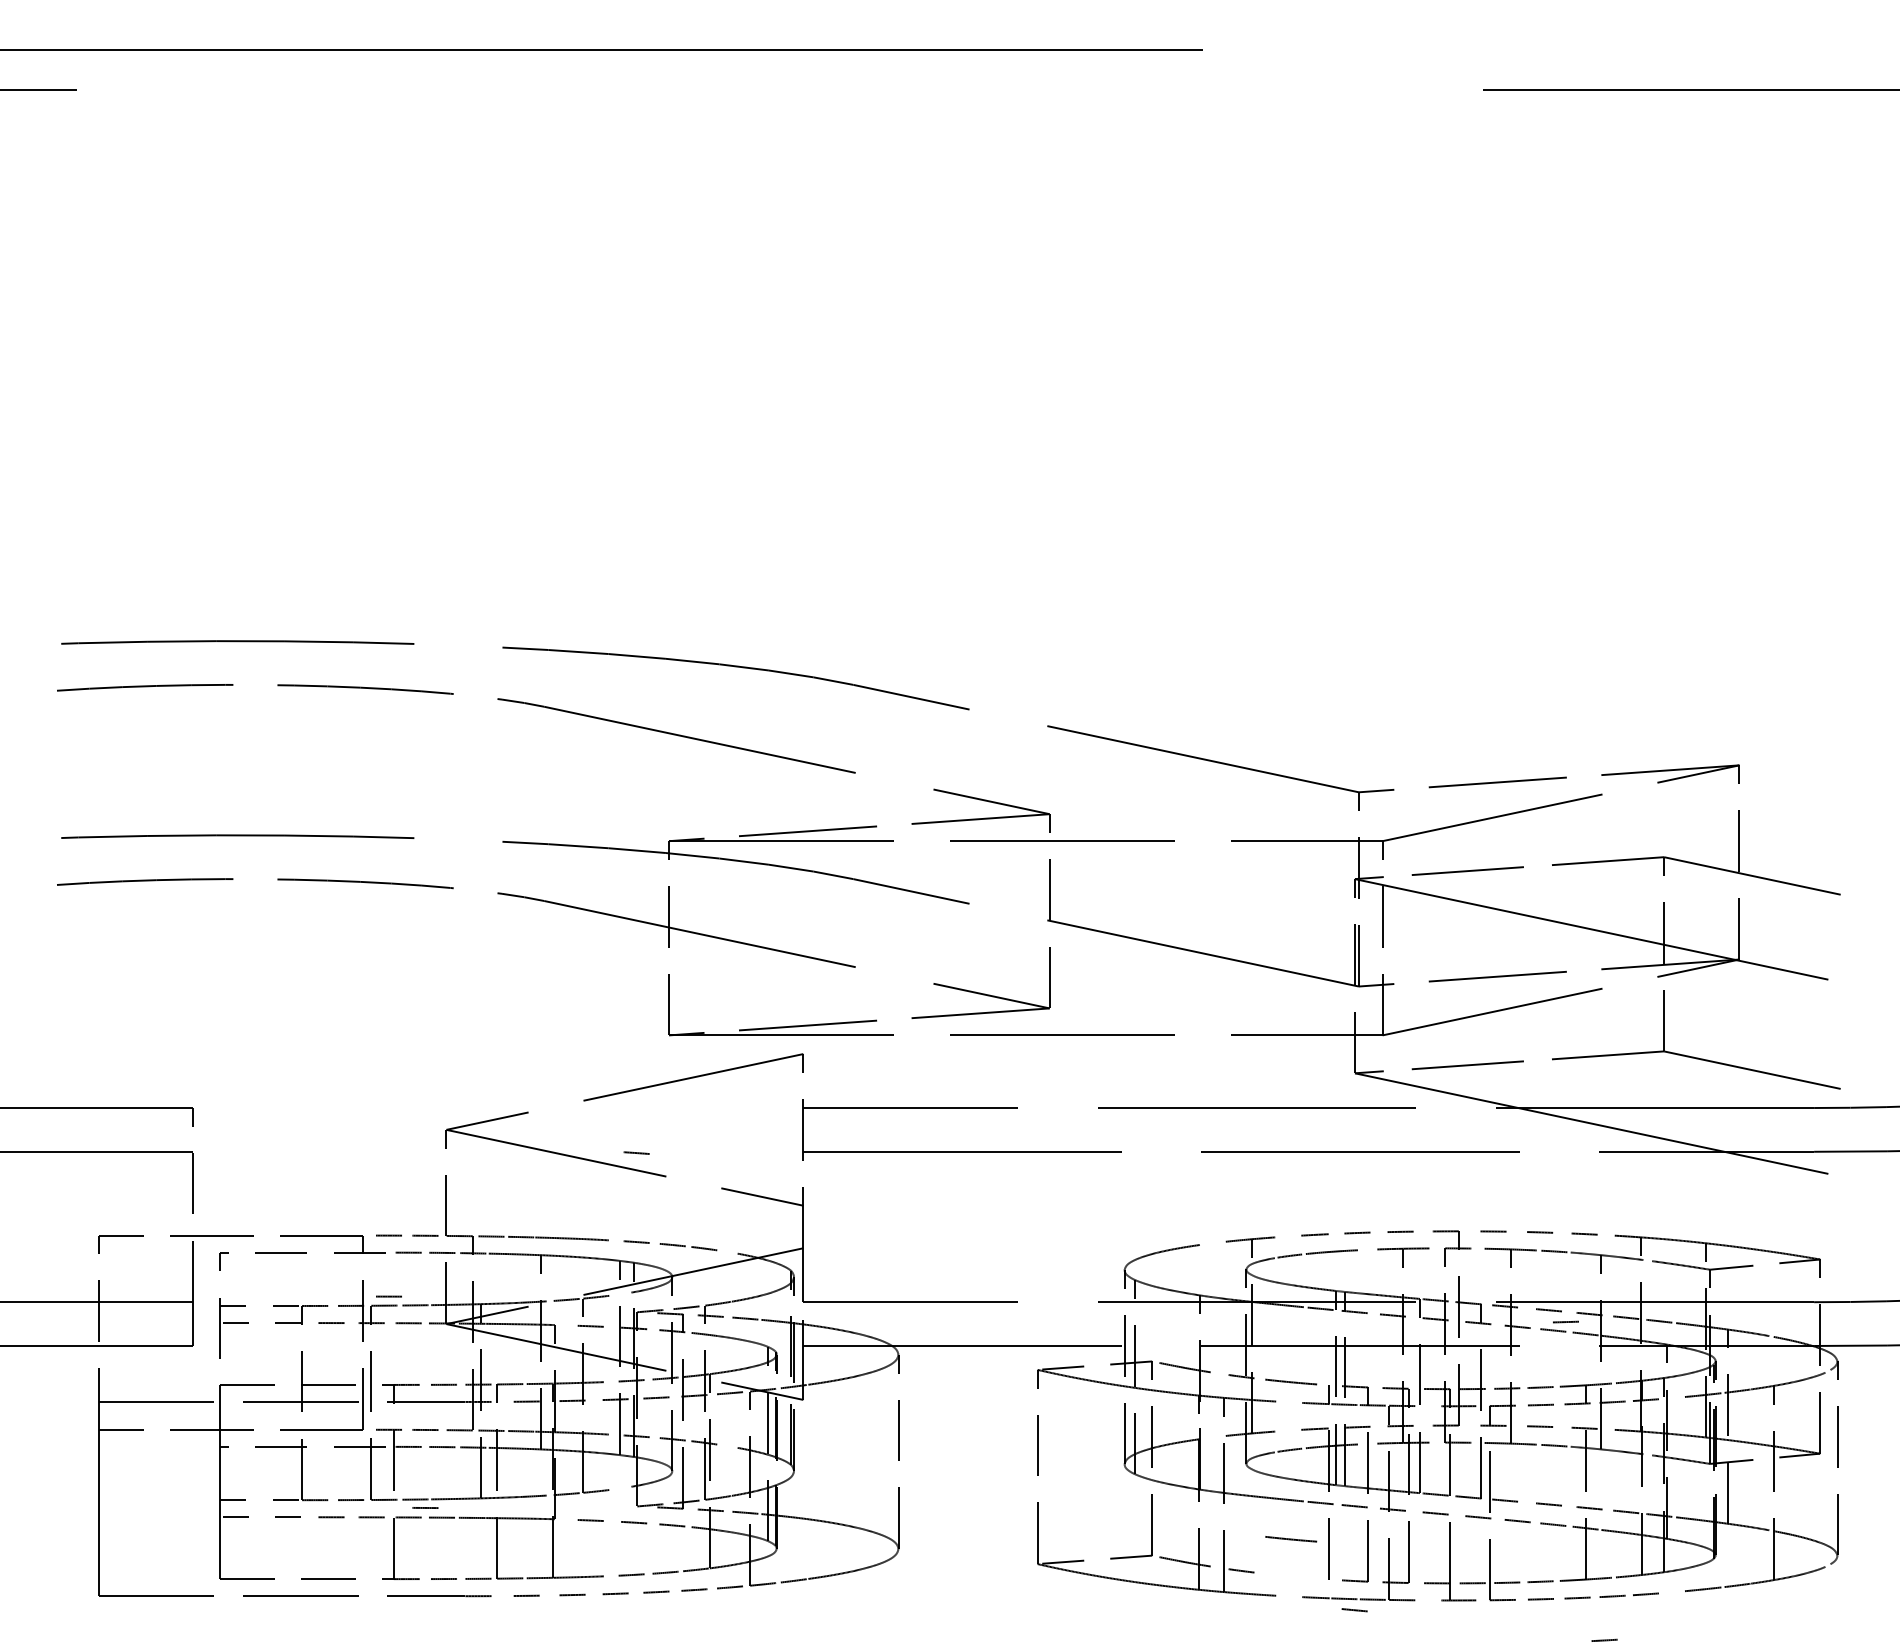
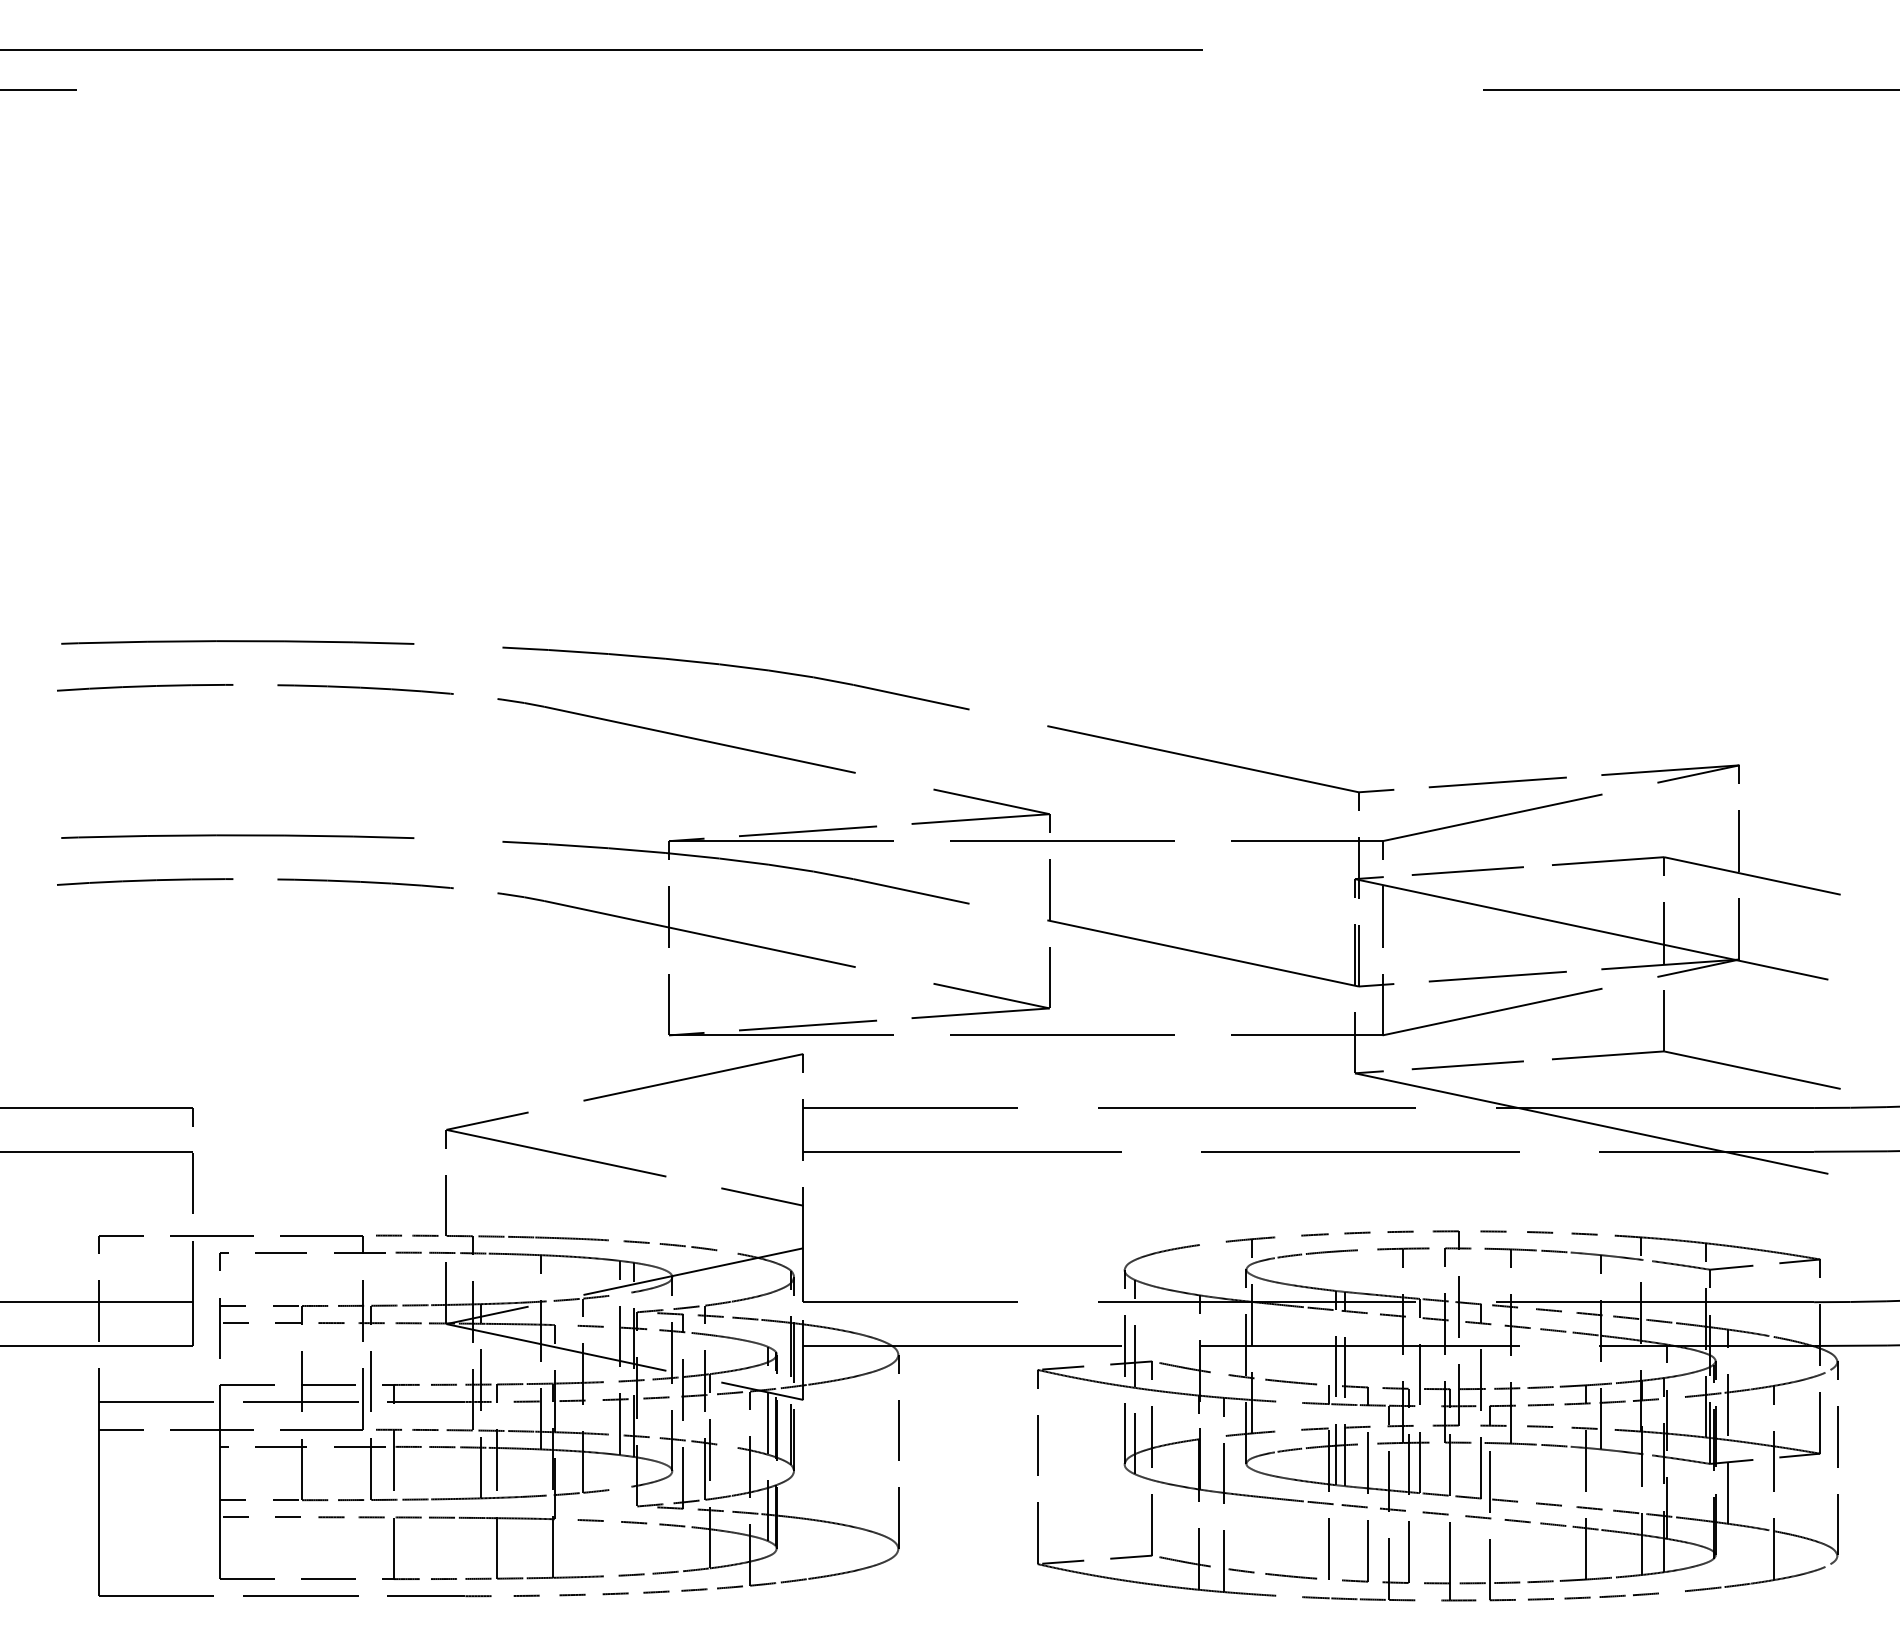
line at (636, 1152): present -> none
line at (388, 1296): present -> none
line at (1565, 1321): present -> none
line at (425, 1507): present -> none
line at (1291, 1539) position: (1291, 1539) -> (1291, 1576)
line at (1354, 1610): present -> none
line at (1604, 1639): present -> none
